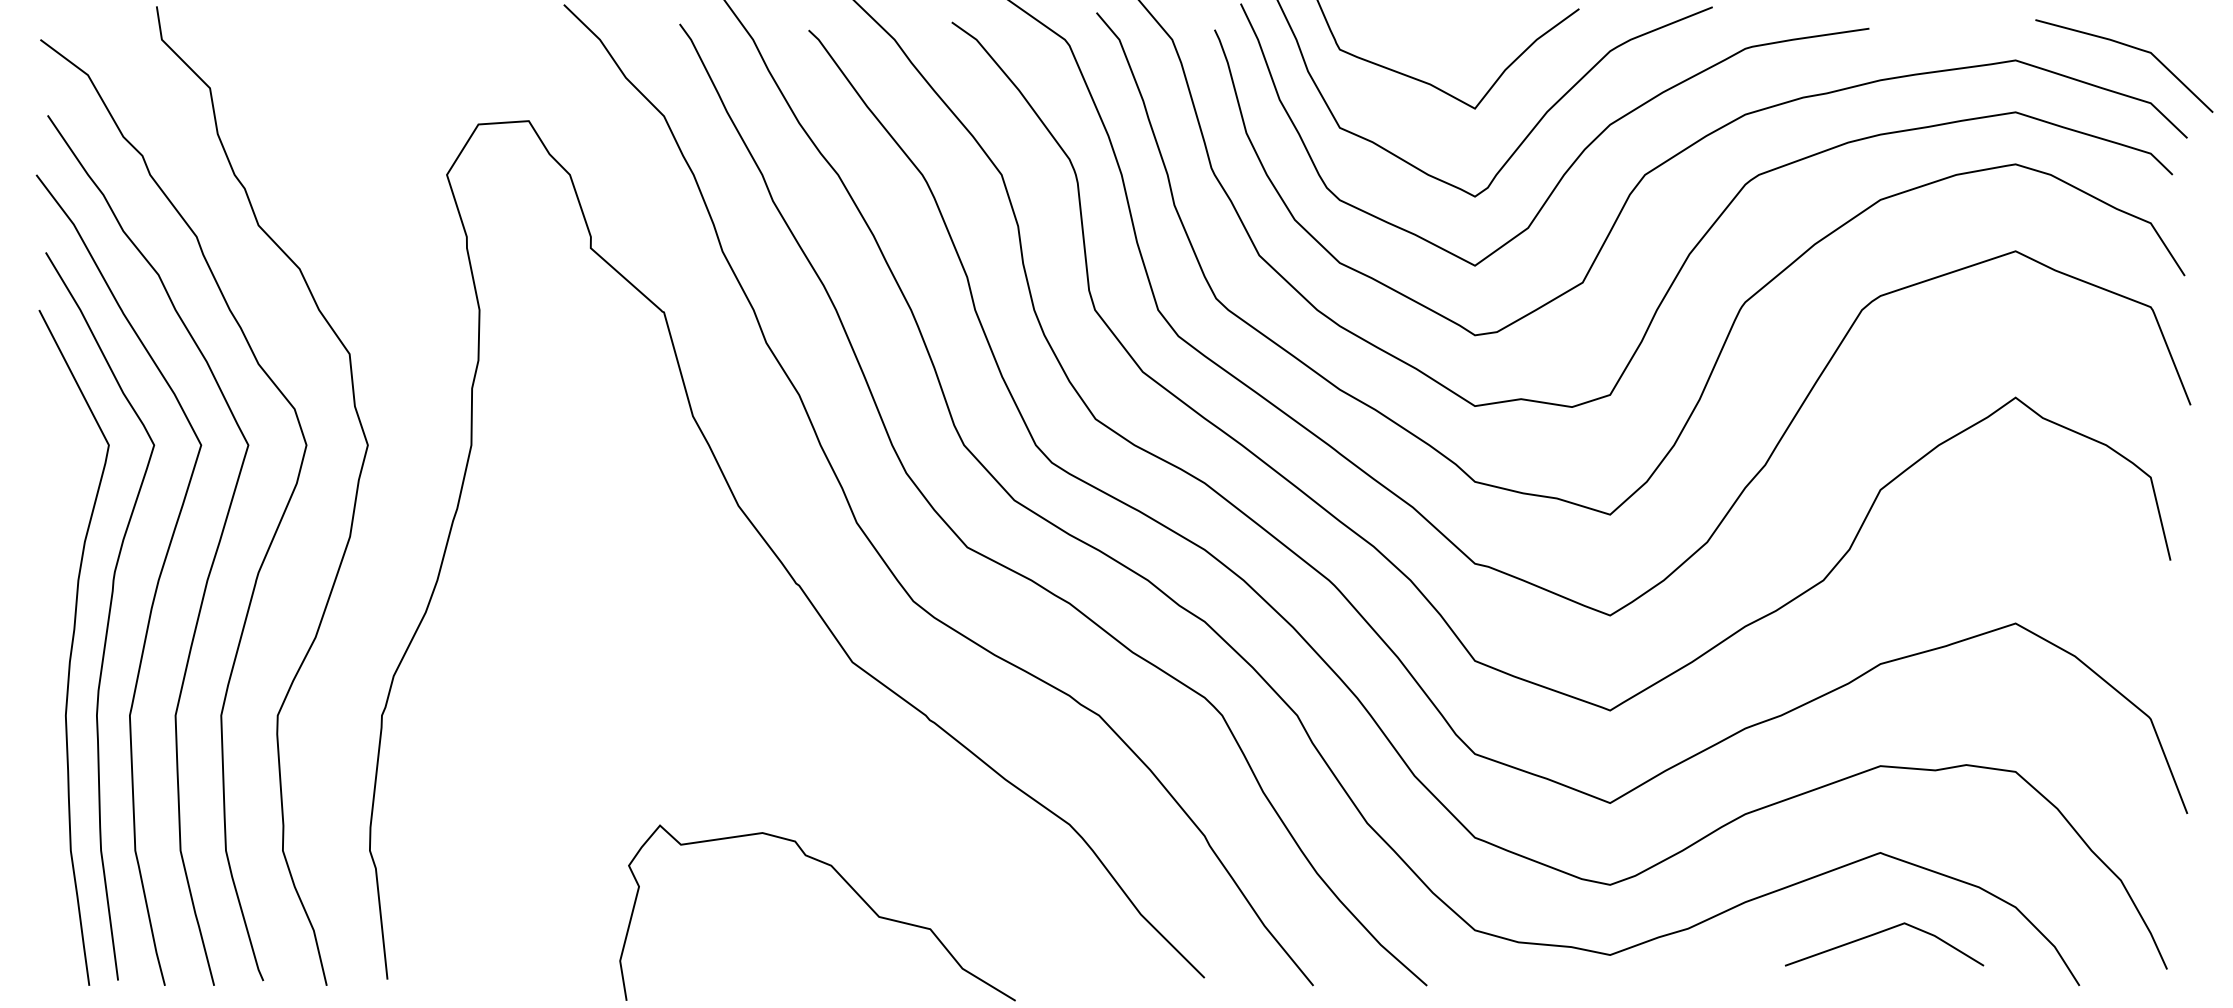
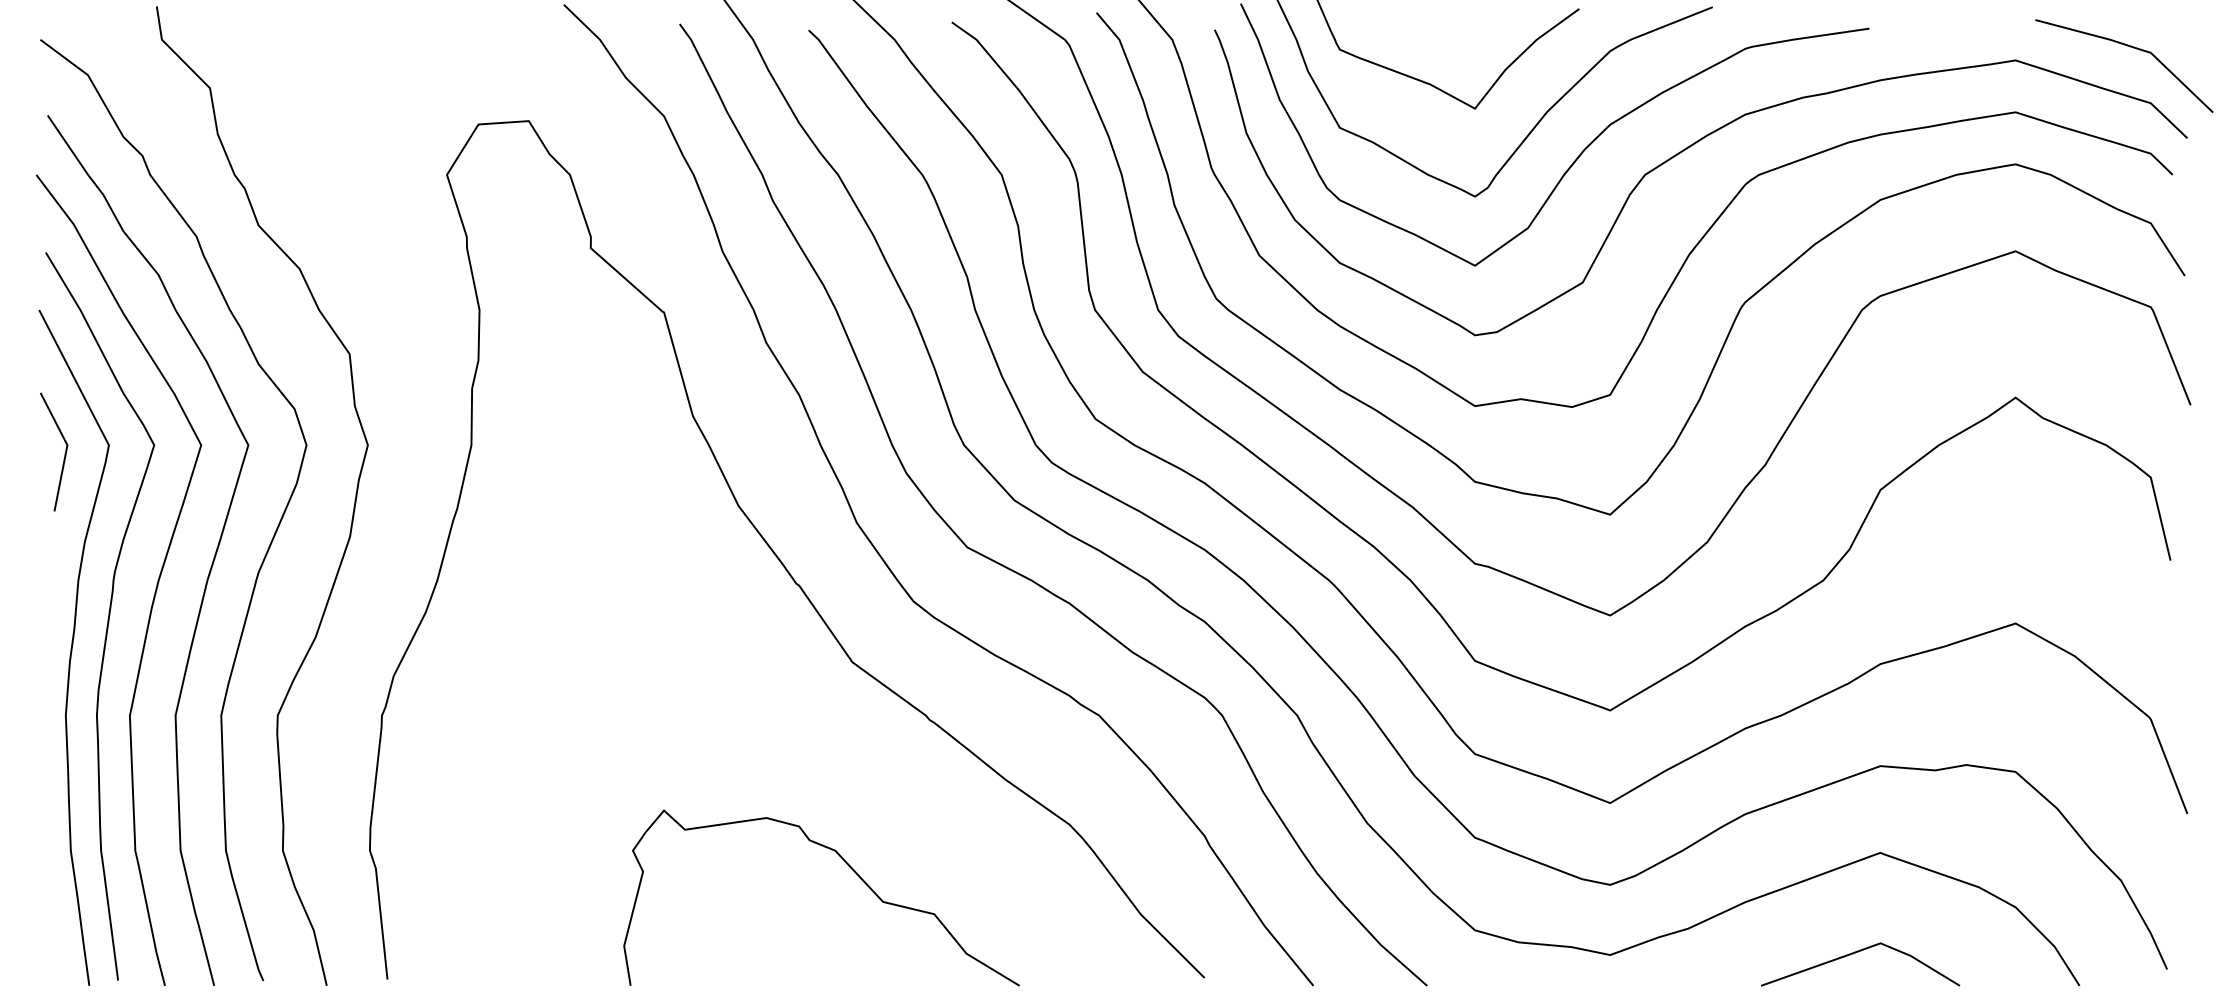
line at (64, 453): none -> present
curve at (846, 883) position: (846, 883) -> (850, 868)
line at (1879, 933) position: (1879, 933) -> (1855, 953)
